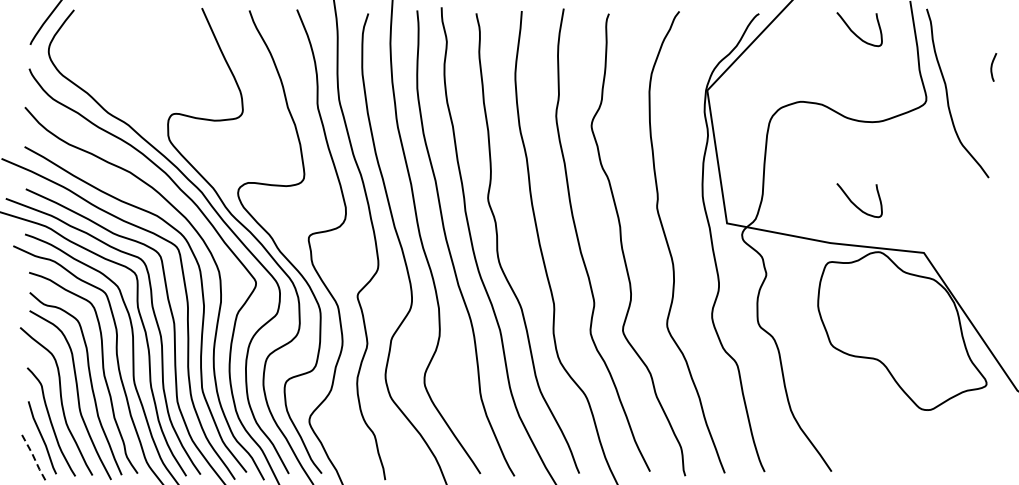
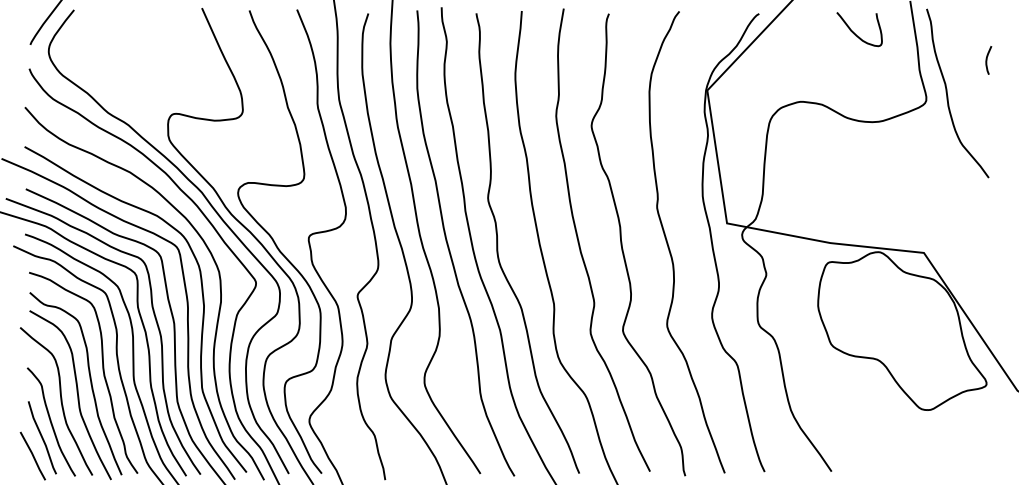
curve at (992, 67) position: (992, 67) -> (987, 60)
curve at (855, 204): present -> none
line at (33, 455): dashed -> solid
